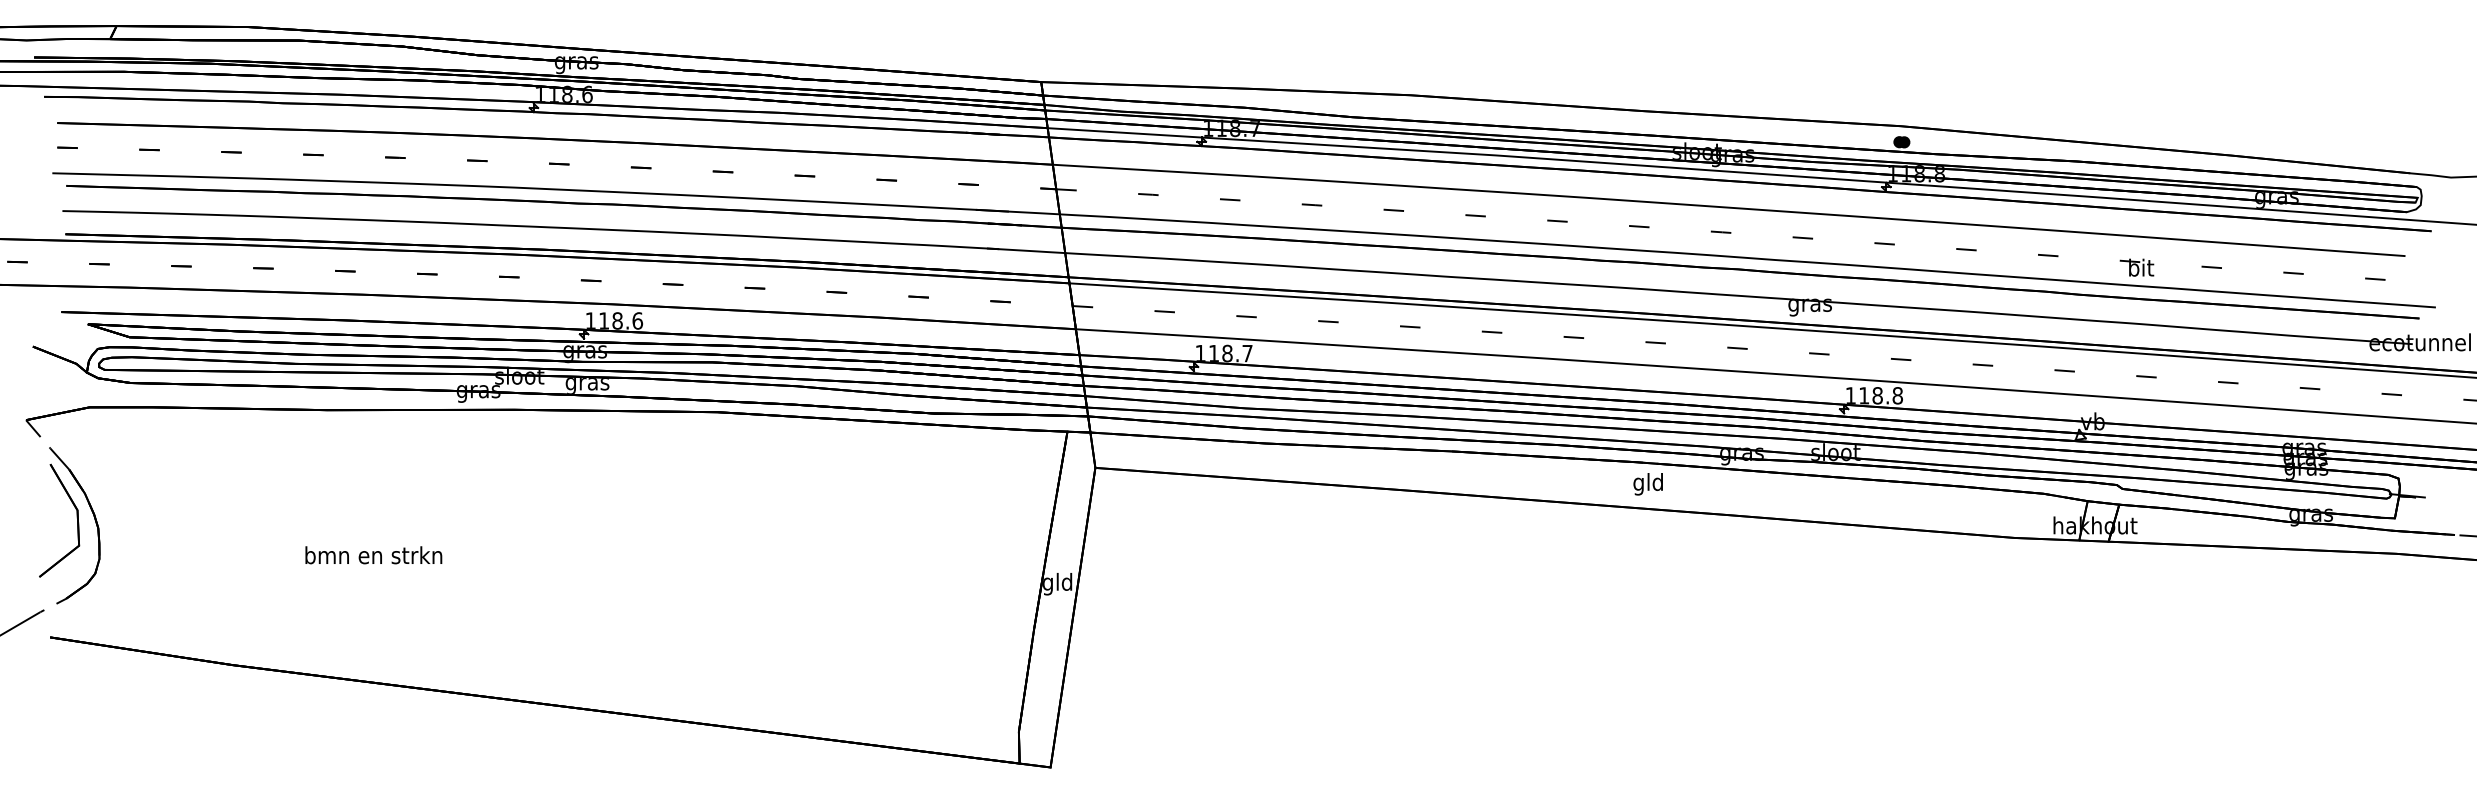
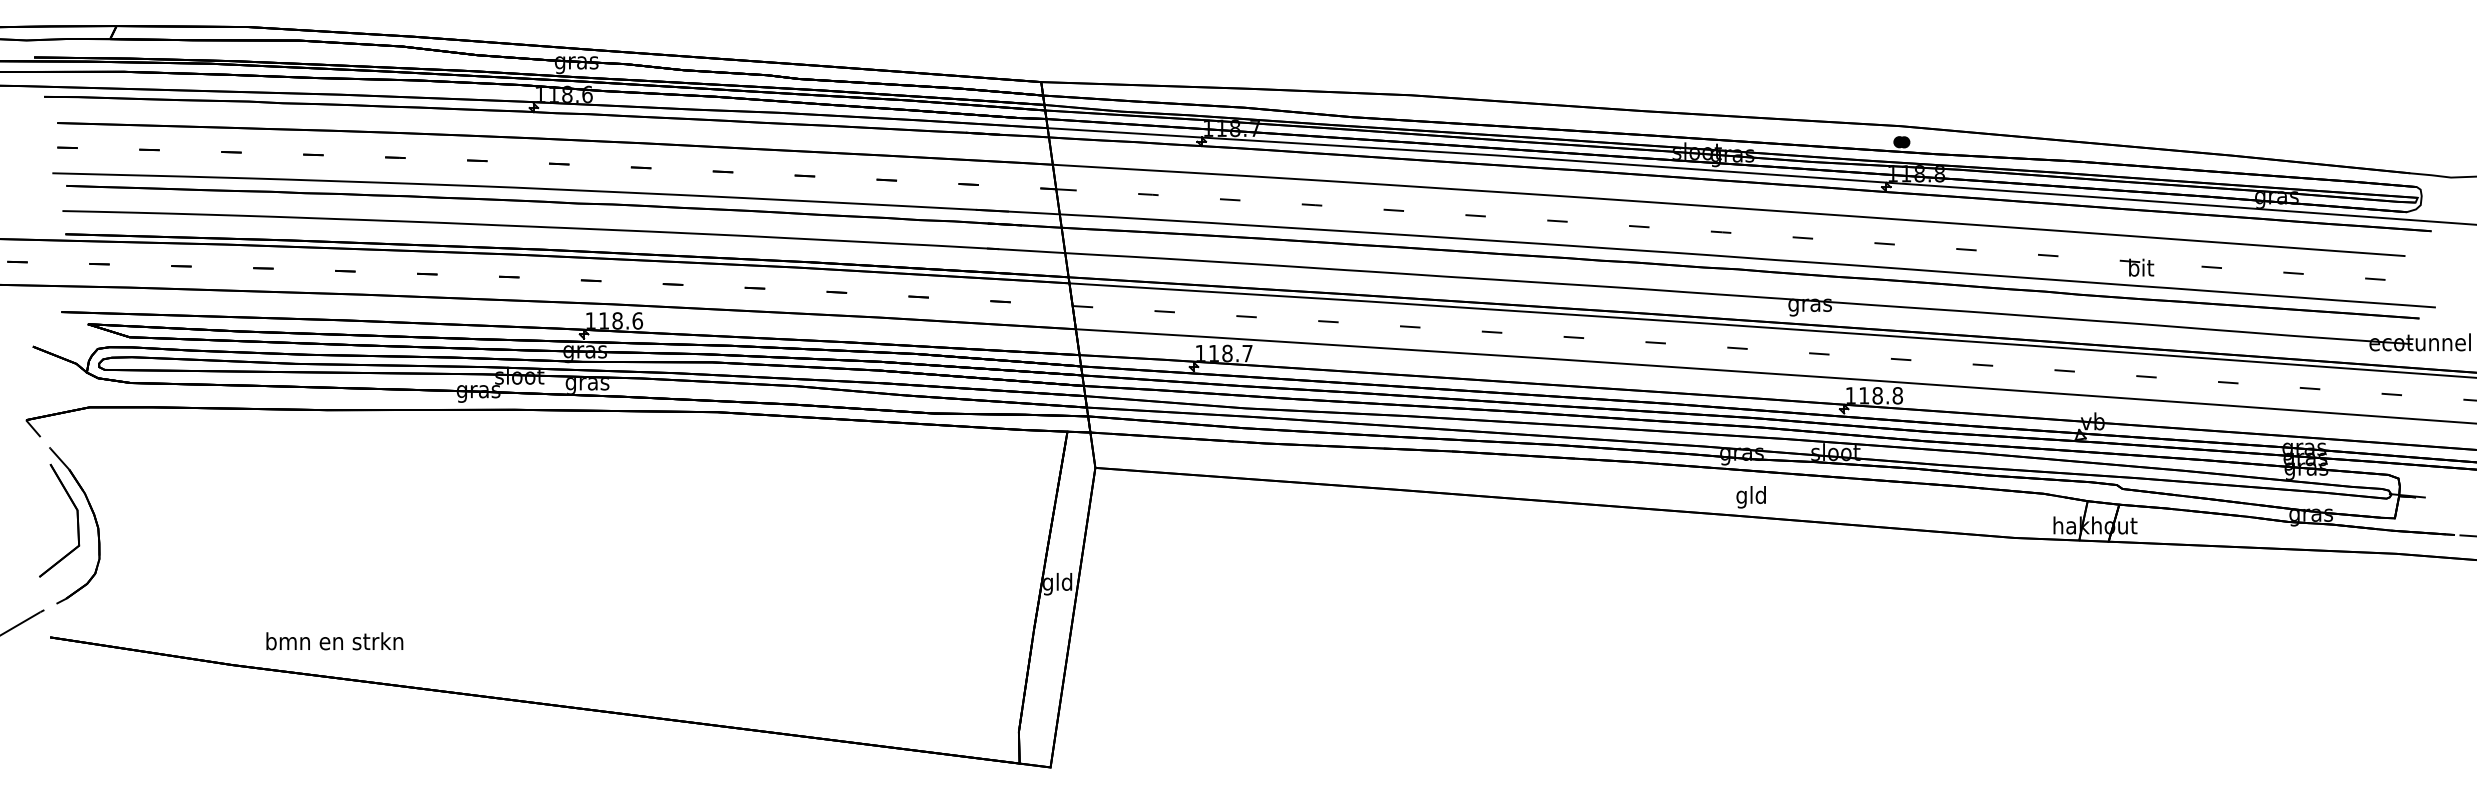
text at (1647, 484) position: (1647, 484) -> (1750, 497)
text at (373, 555) position: (373, 555) -> (334, 641)
